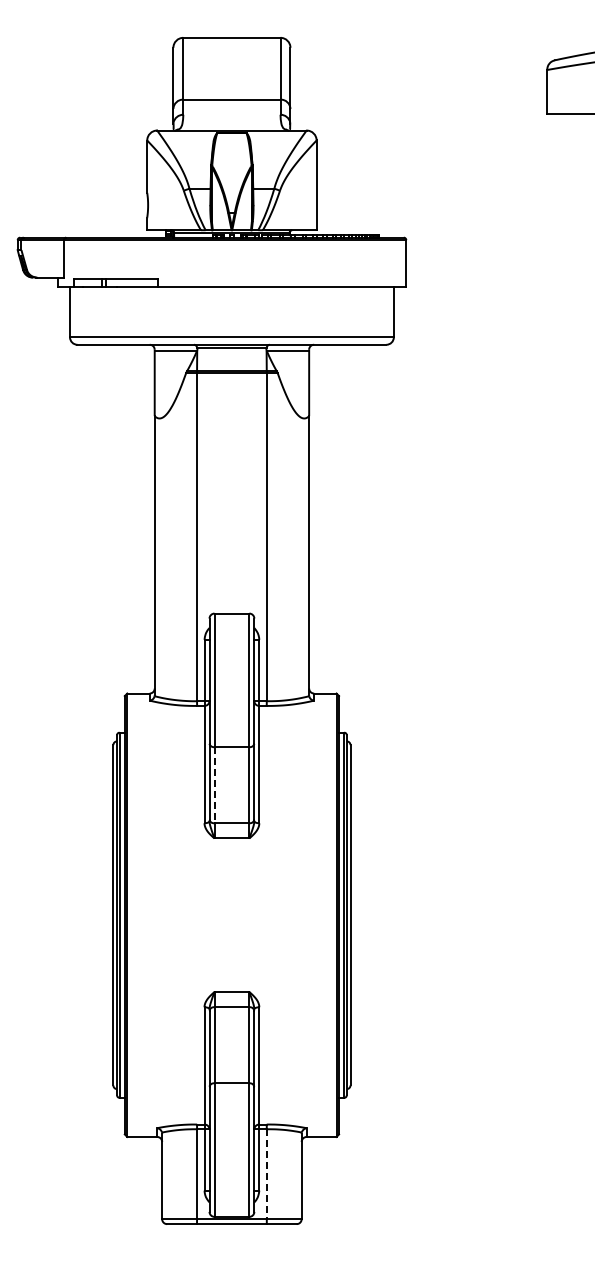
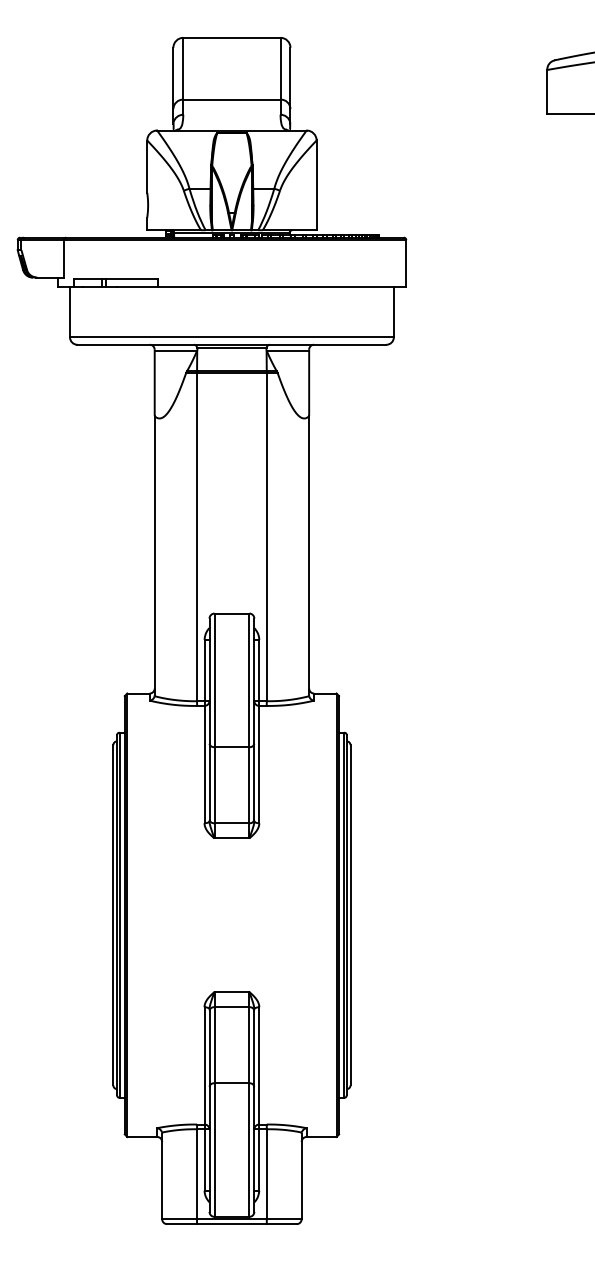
line at (214, 785): dashed -> solid
line at (266, 1174): dashed -> solid
